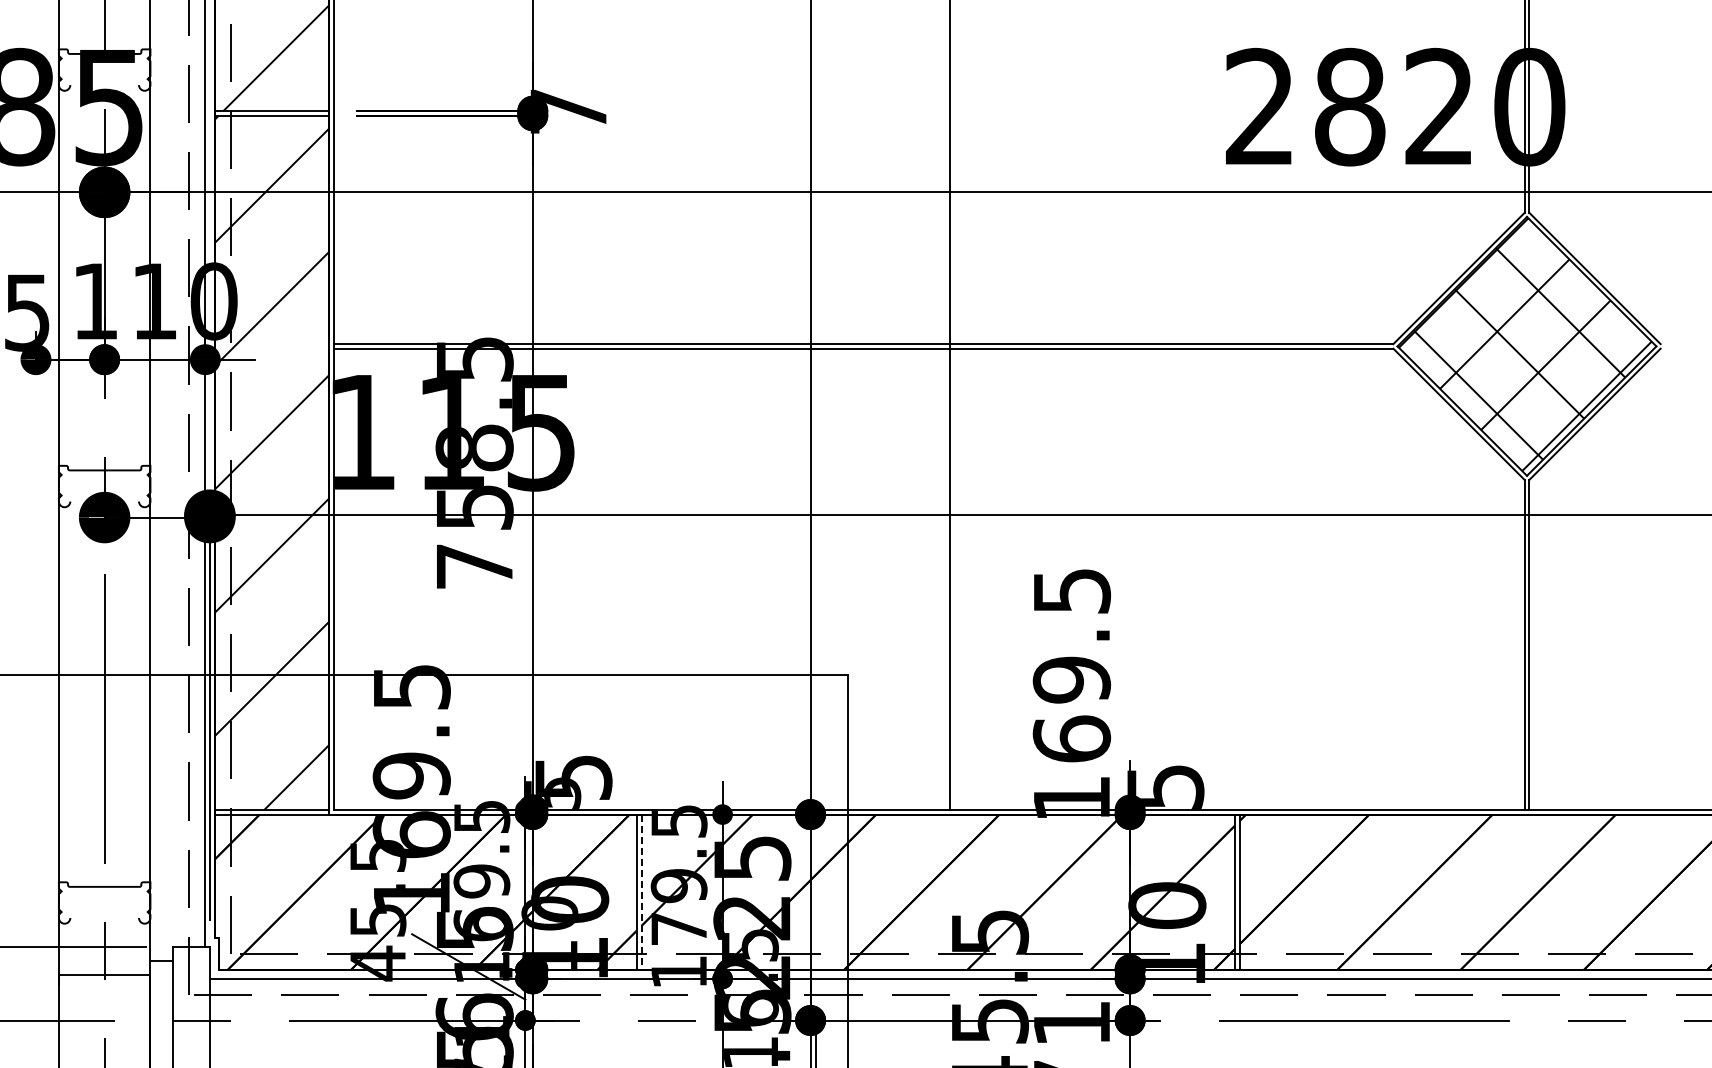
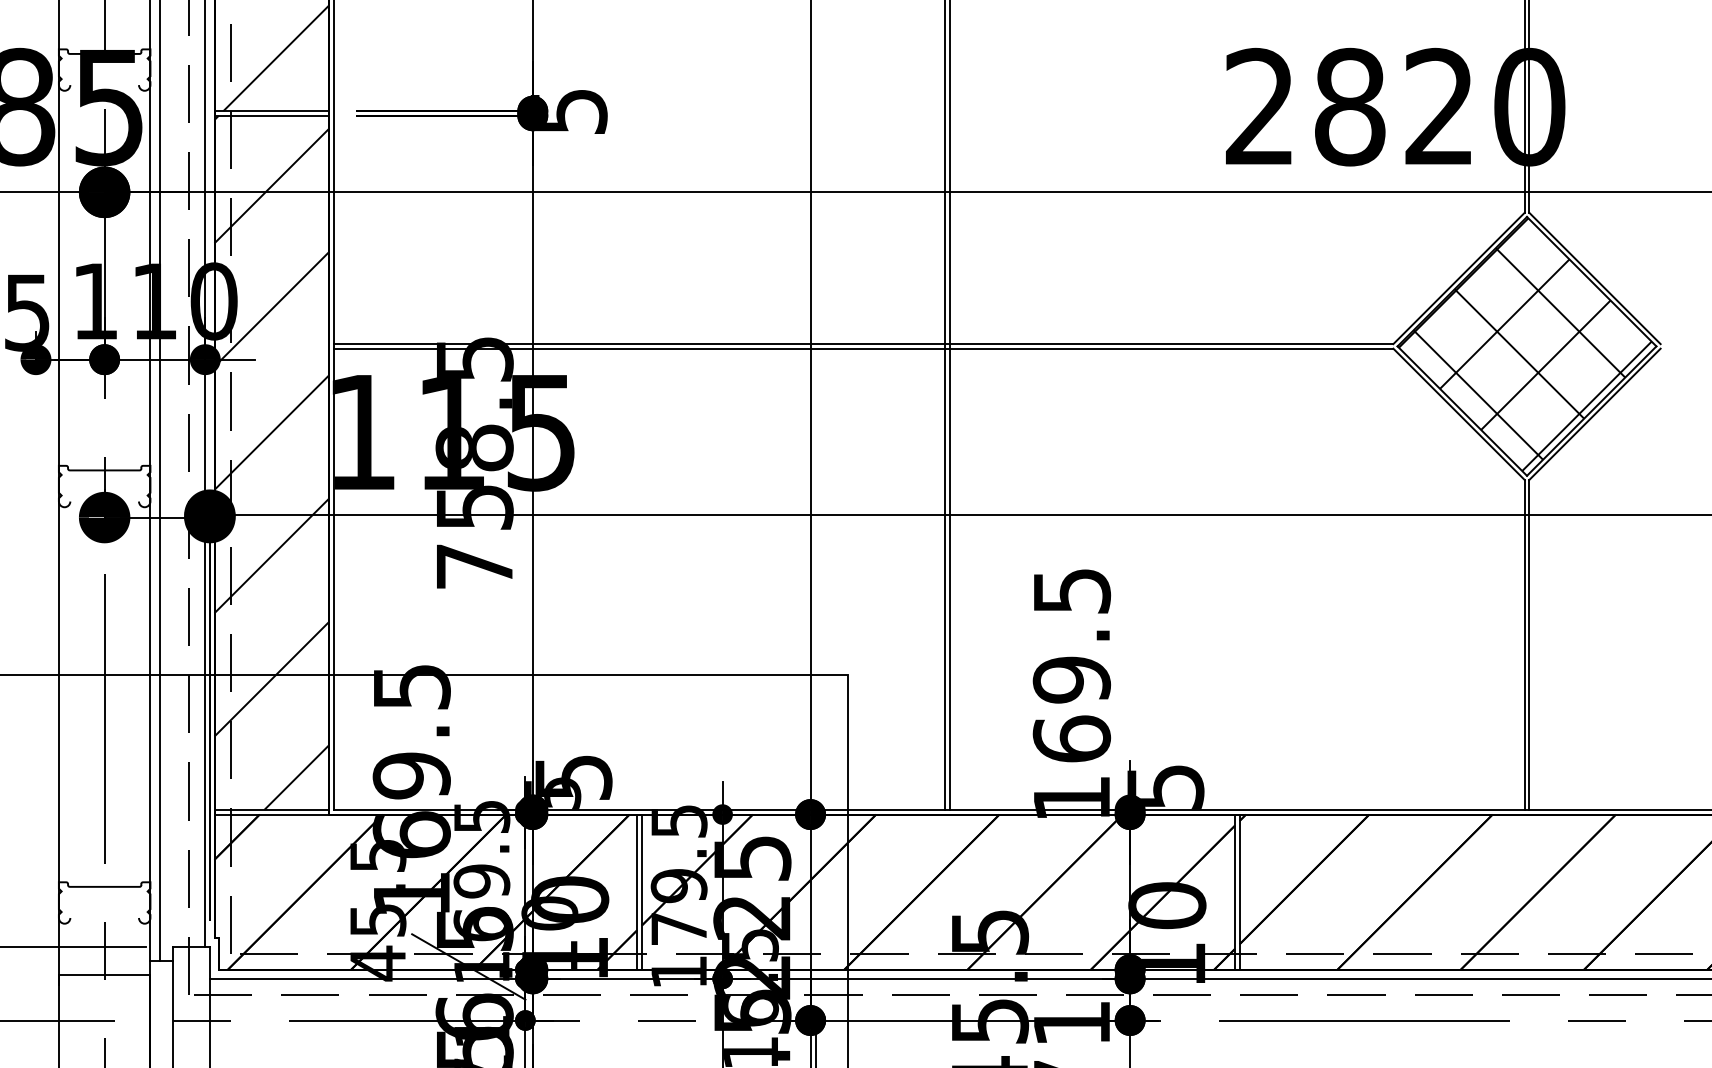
text at (568, 111): 7 -> 5
line at (945, 405): none -> present
line at (159, 481): none -> present
line at (641, 892): dashed -> solid
